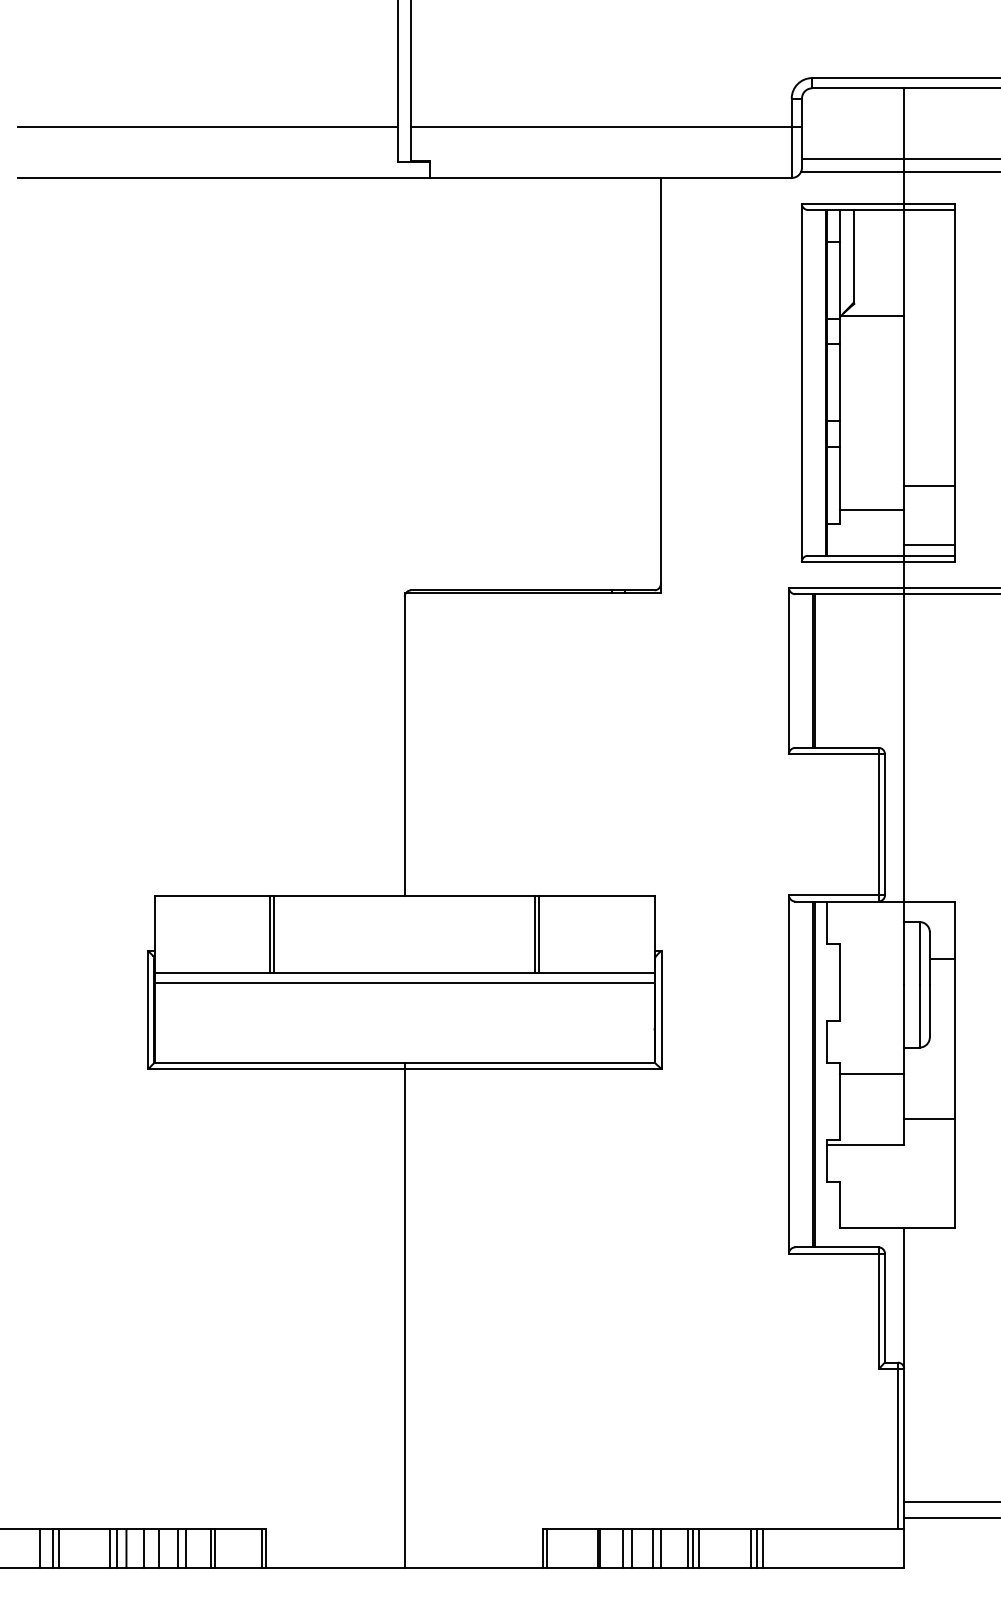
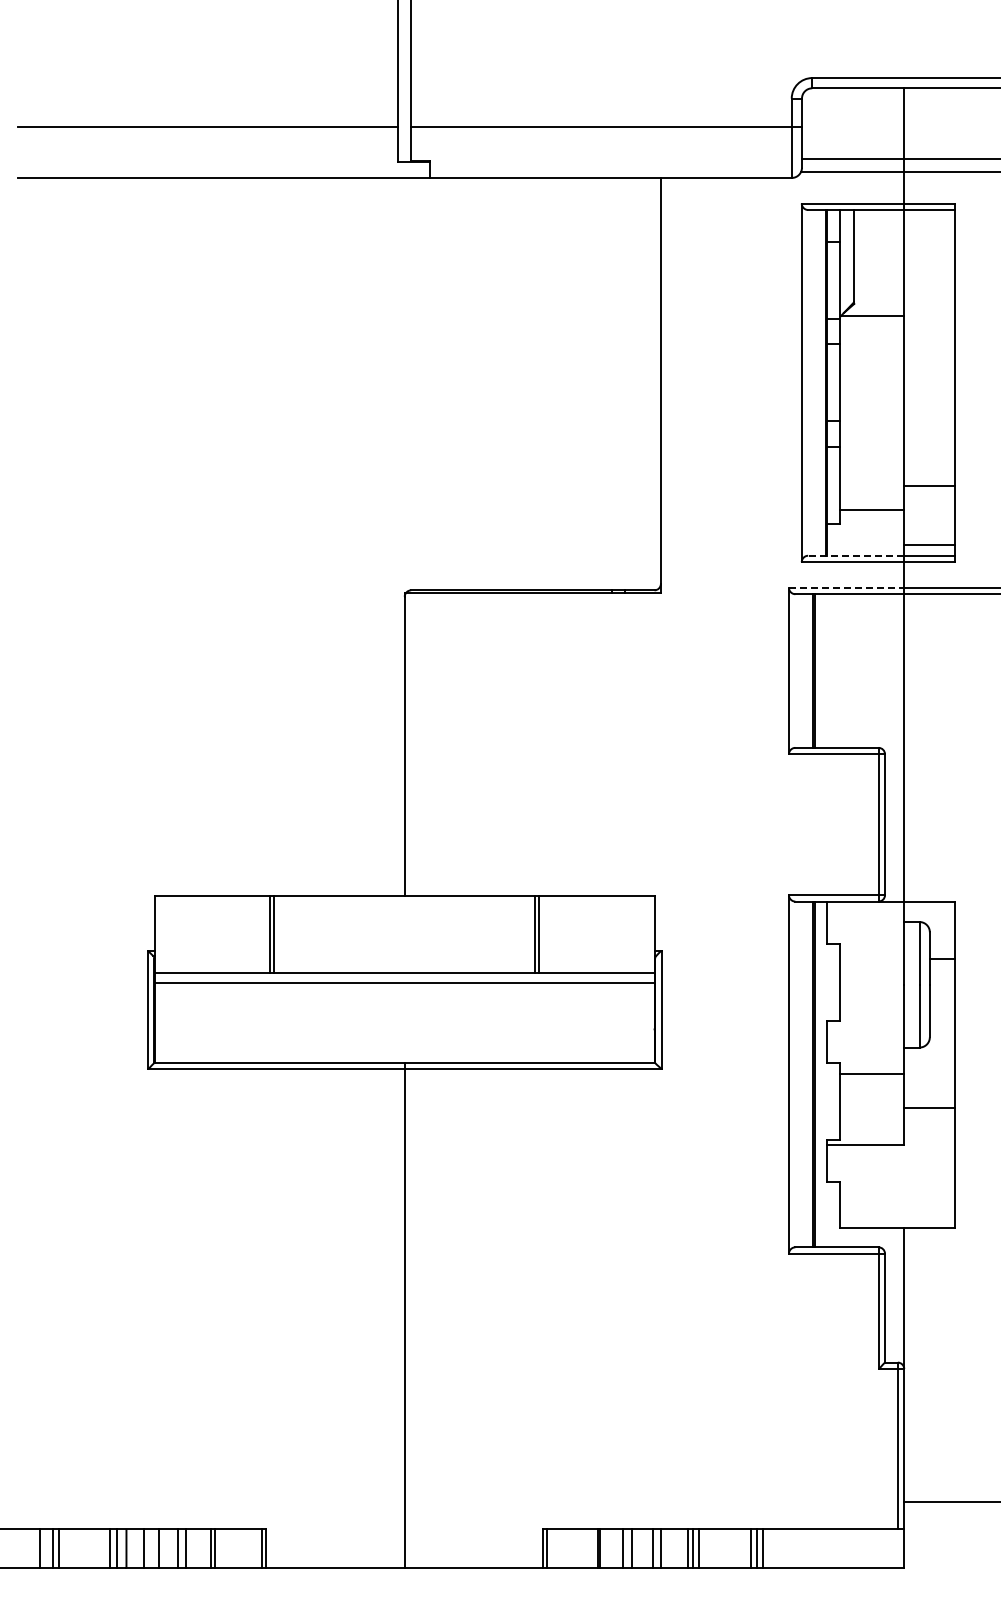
line at (855, 555): solid -> dashed
line at (846, 587): solid -> dashed
line at (929, 1119) position: (929, 1119) -> (929, 1108)
line at (950, 1518): present -> none
